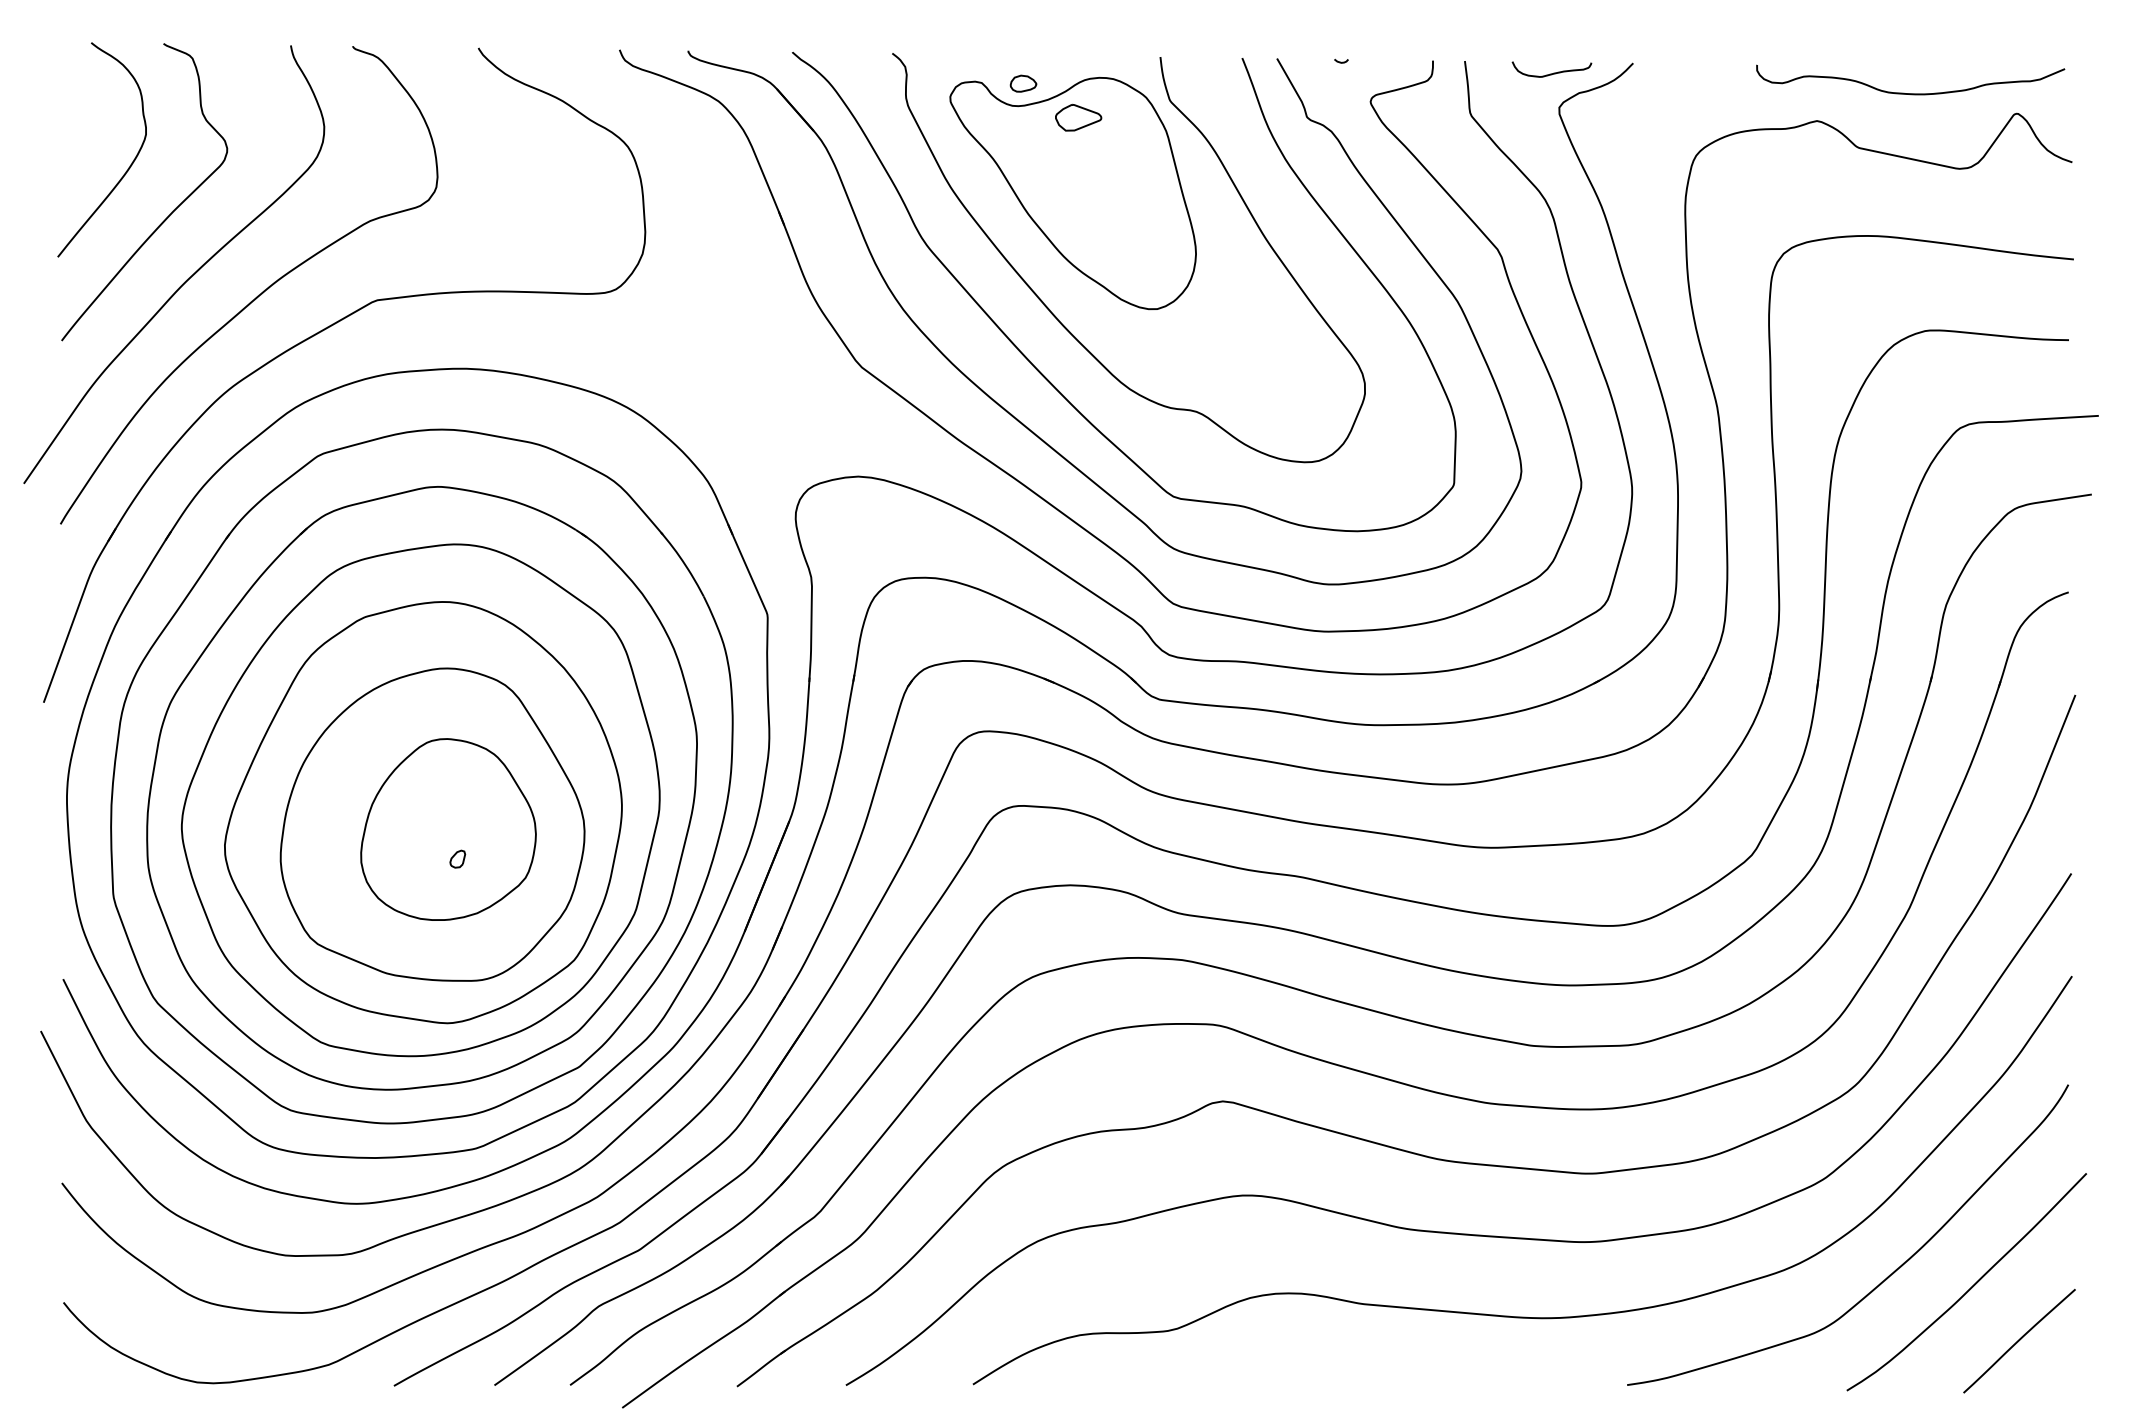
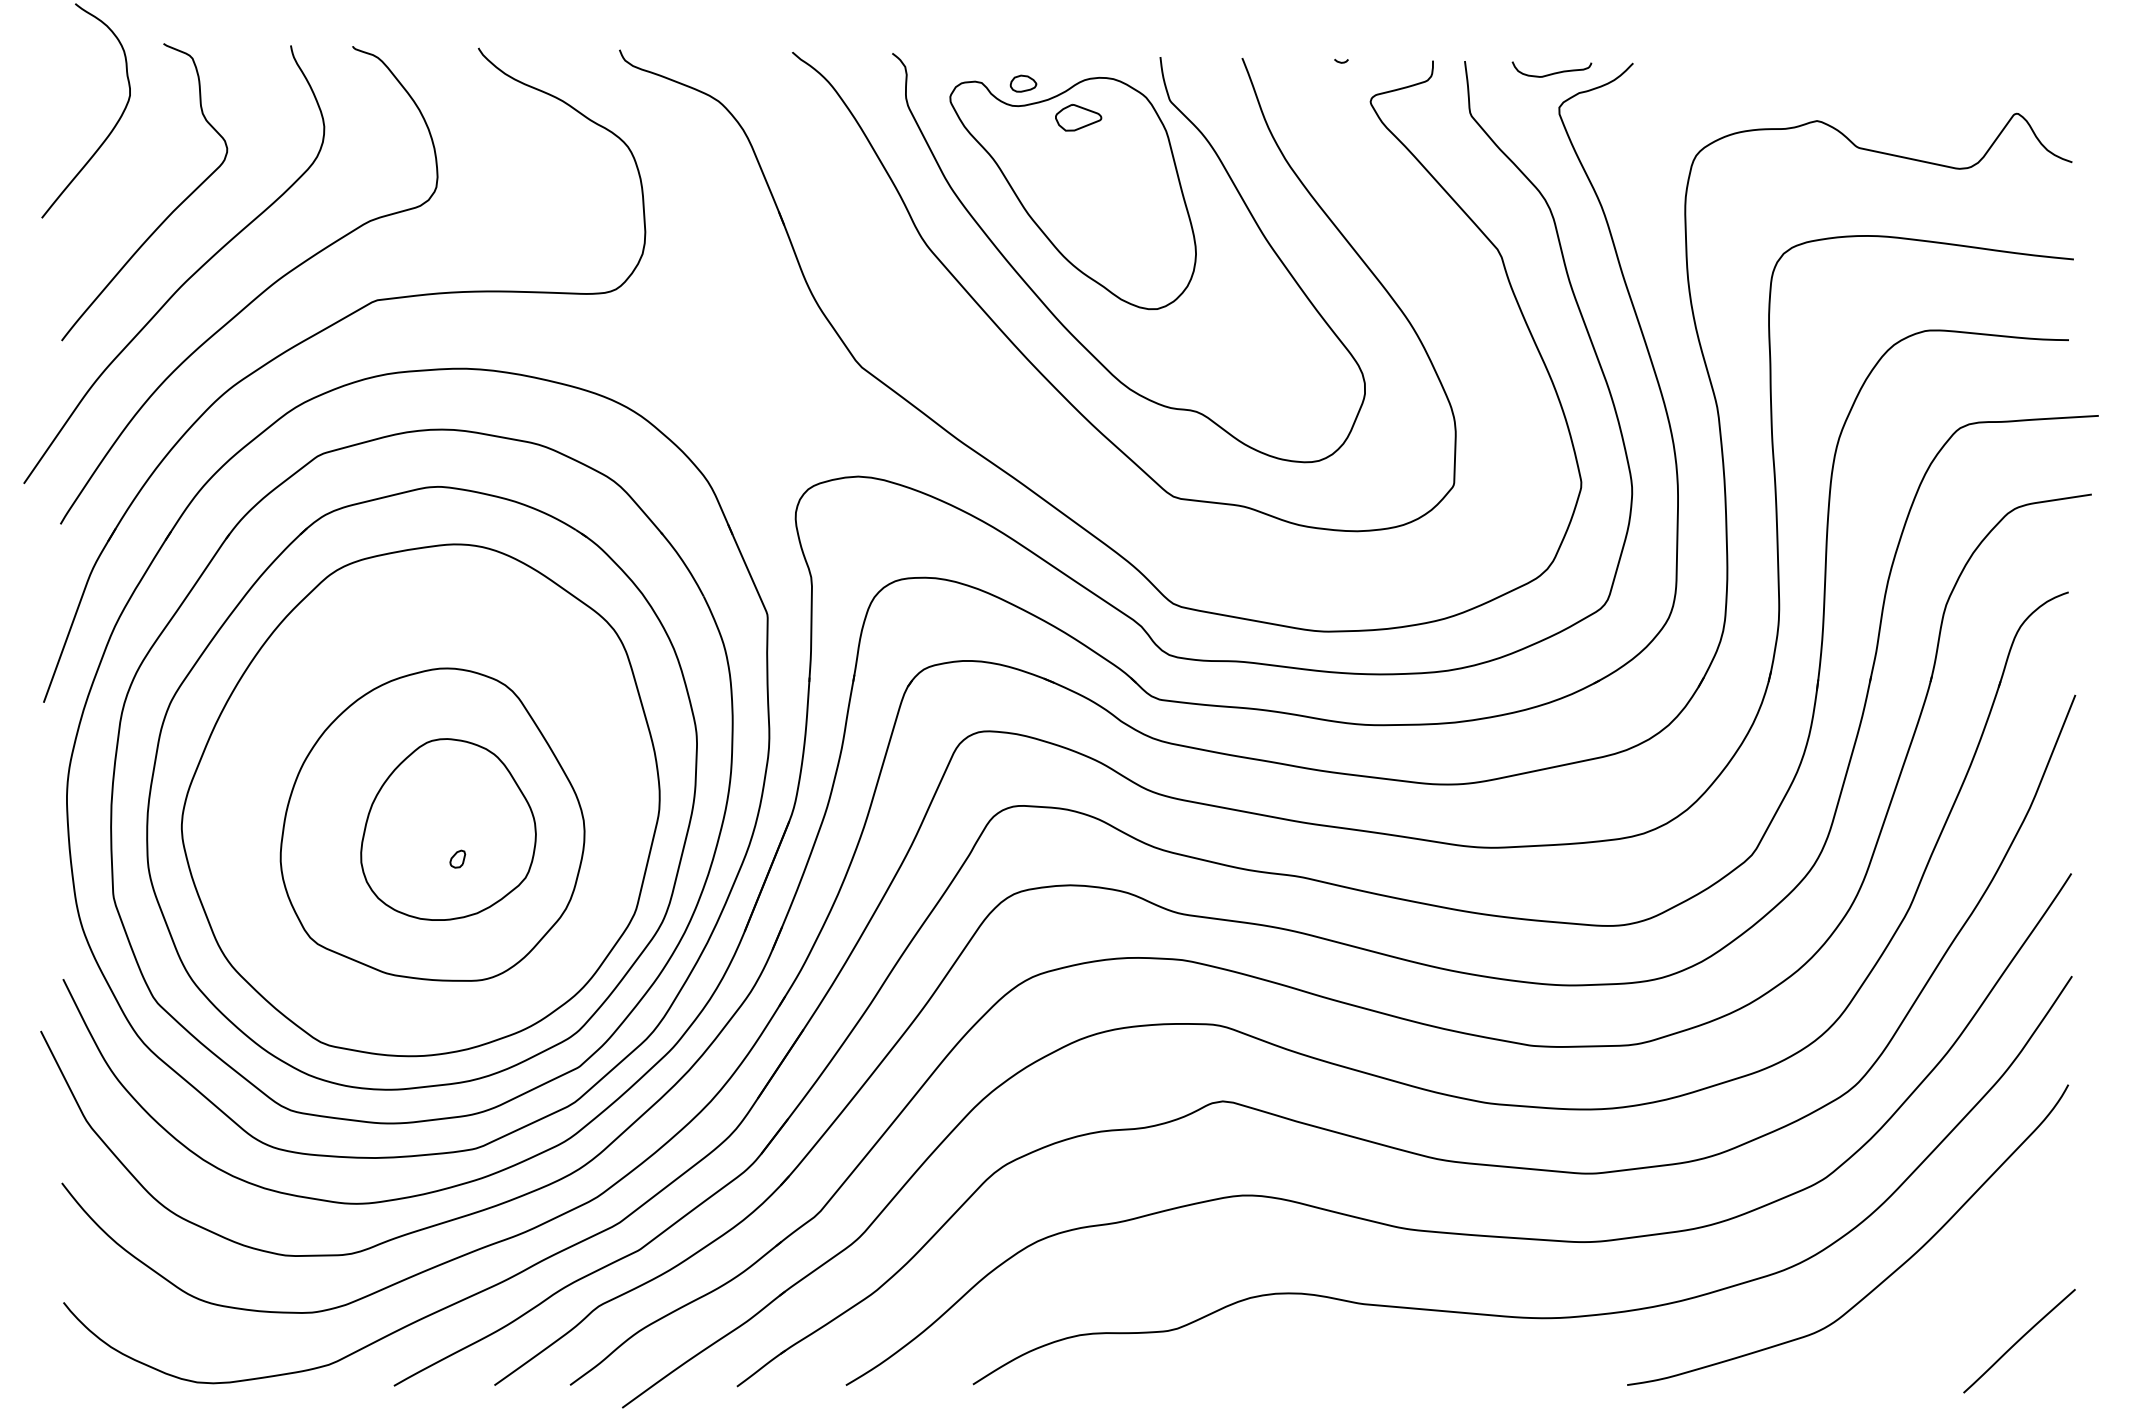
curve at (1910, 93): present -> none
curve at (128, 167) position: (128, 167) -> (112, 128)
part at (1016, 417): present -> none
part at (423, 812): present -> none
curve at (1971, 1286): present -> none
